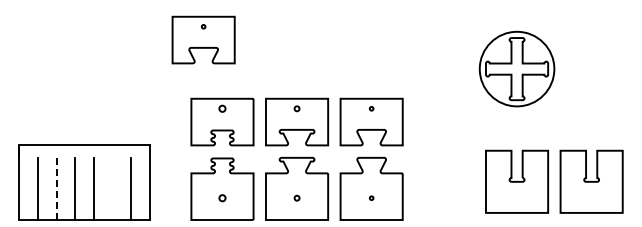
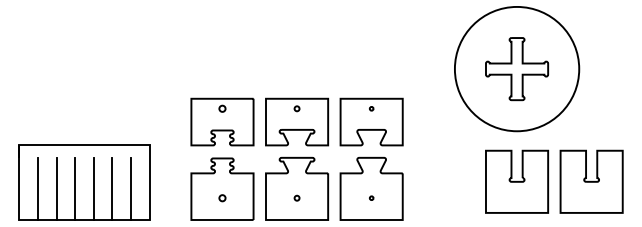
part at (203, 39): present -> none
circle at (516, 68) diameter: 75 px -> 124 px
line at (56, 188): dashed -> solid
line at (112, 188): none -> present
